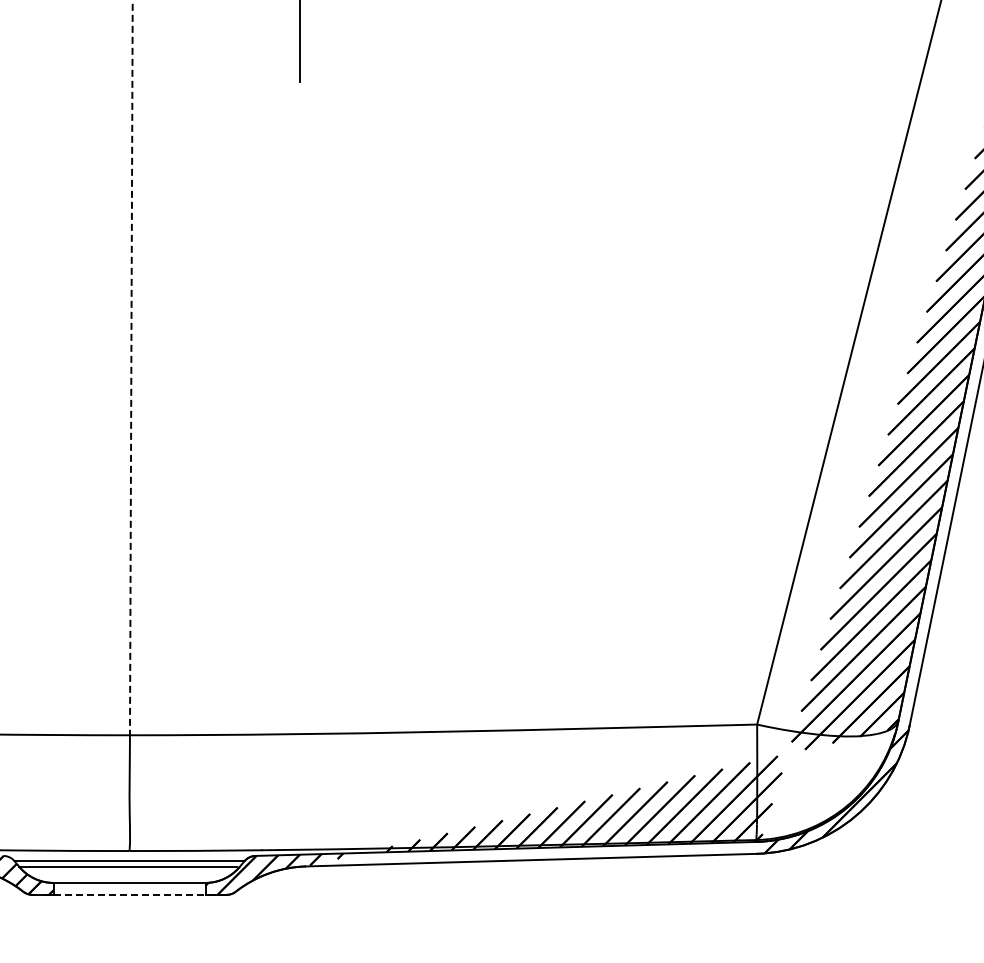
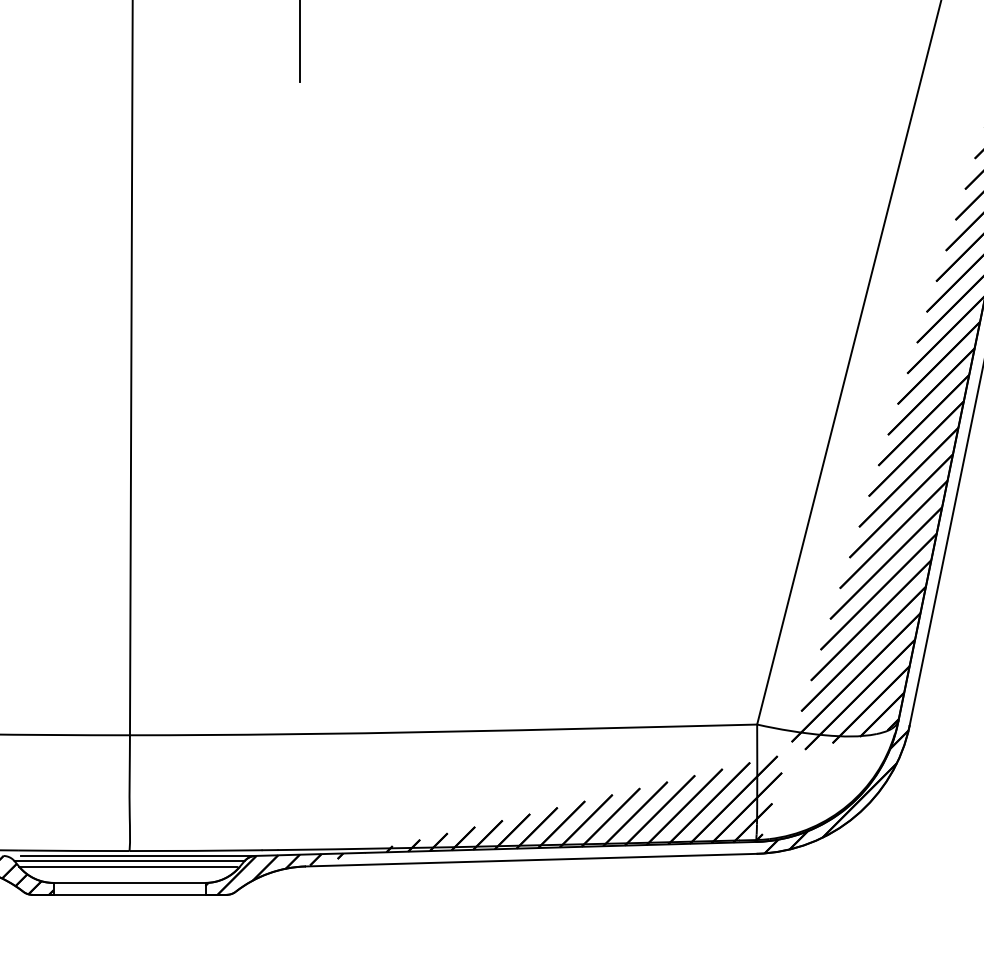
line at (131, 368): dashed -> solid
line at (136, 855): none -> present
line at (130, 894): dashed -> solid
